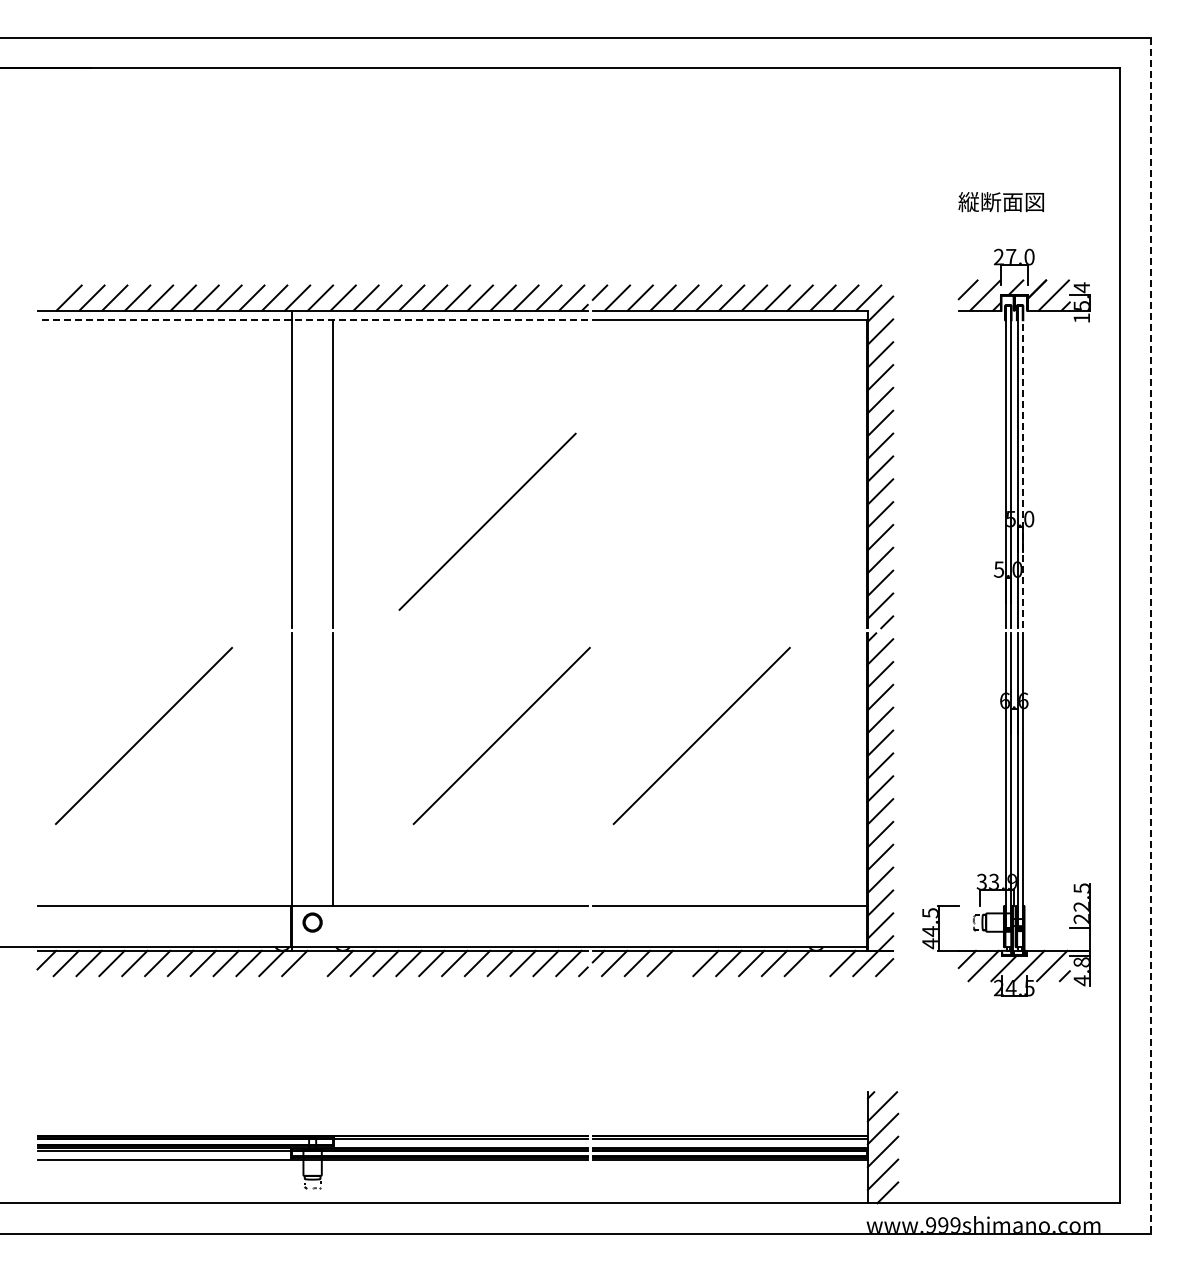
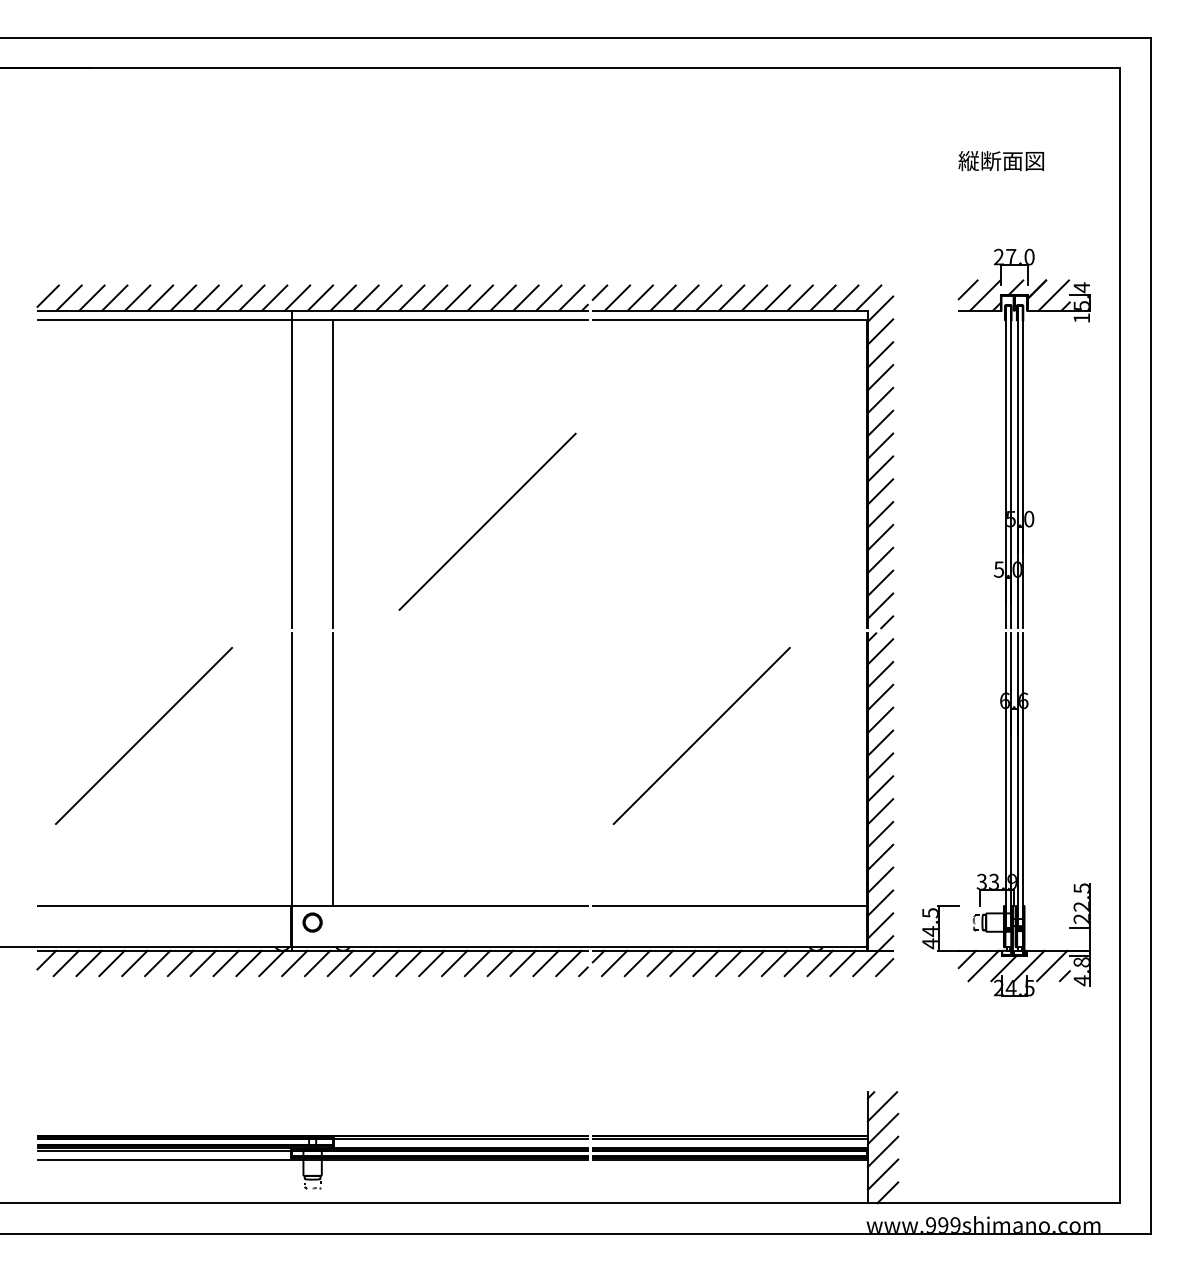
text at (1000, 202) position: (1000, 202) -> (1000, 161)
line at (47, 295): none -> present
line at (312, 320): dashed -> solid
line at (1022, 466): dashed -> solid
line at (1150, 635): dashed -> solid
line at (501, 735): present -> none
line at (317, 963): none -> present
line at (682, 963): none -> present
line at (819, 963): none -> present
